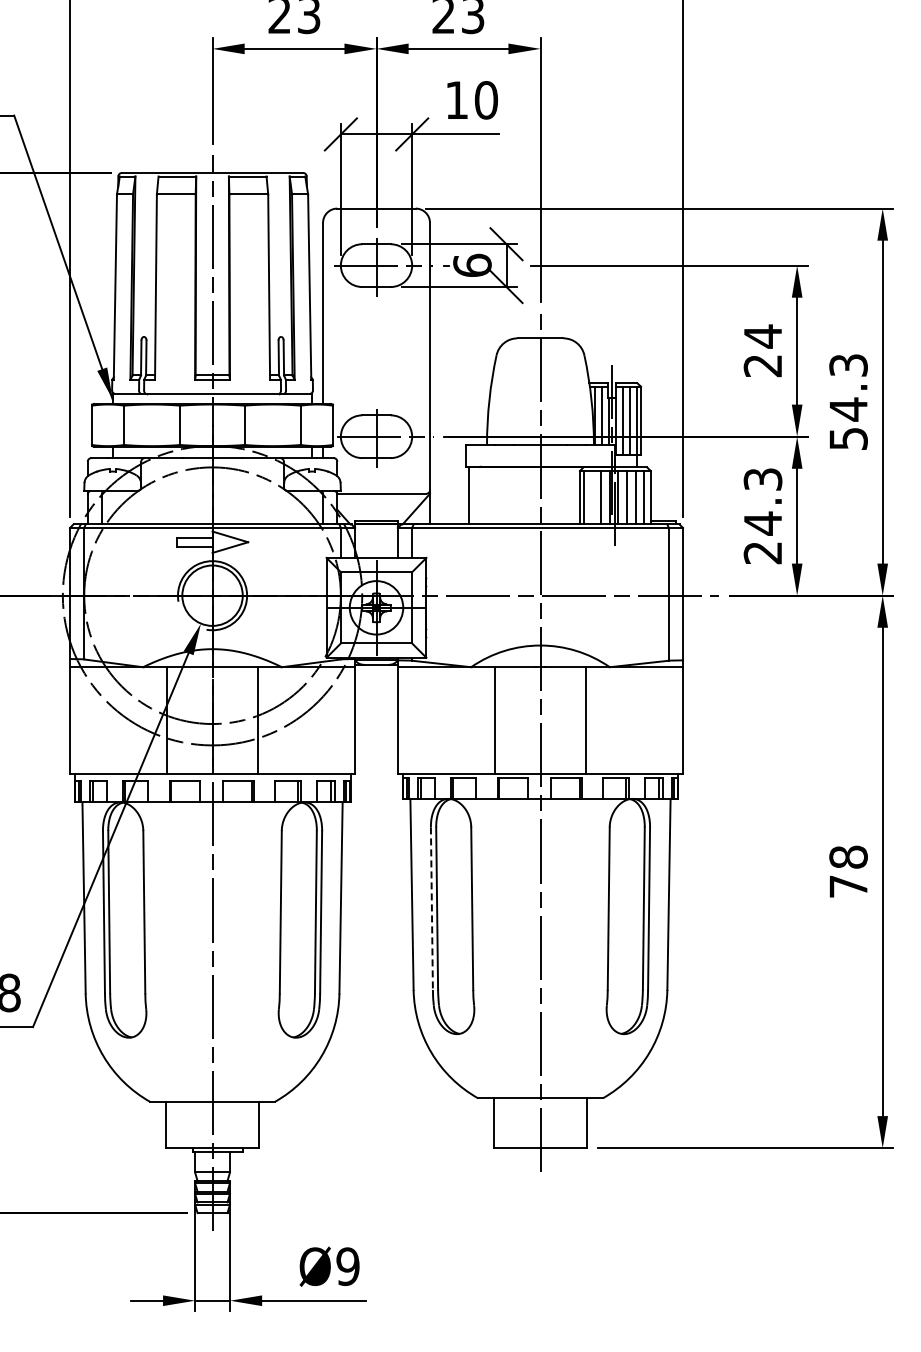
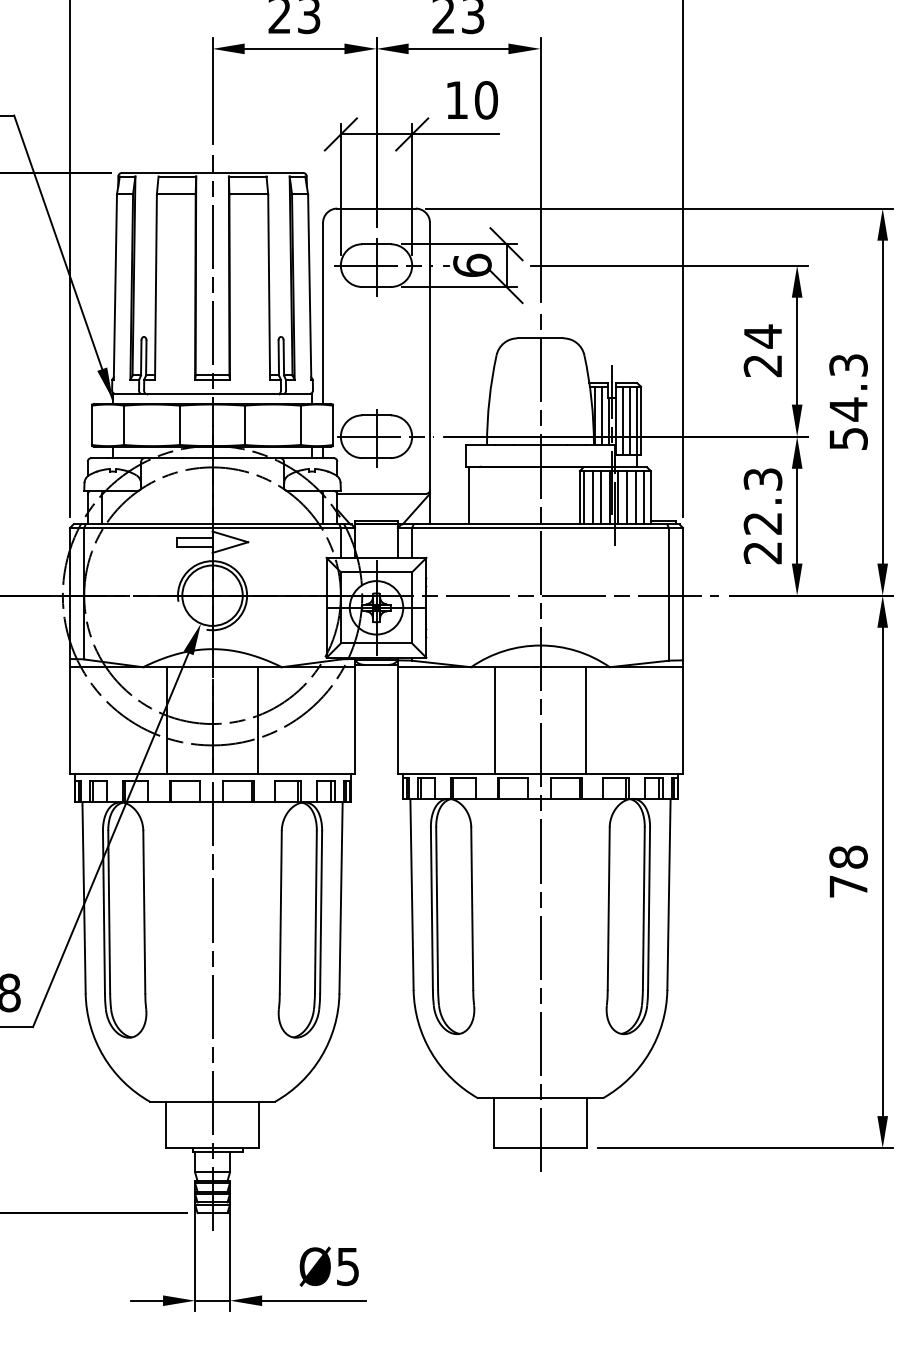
line at (592, 497): none -> present
text at (762, 523): 24.3 -> 22.3
line at (431, 909): dashed -> solid
text at (347, 1266): Ø9 -> Ø5
